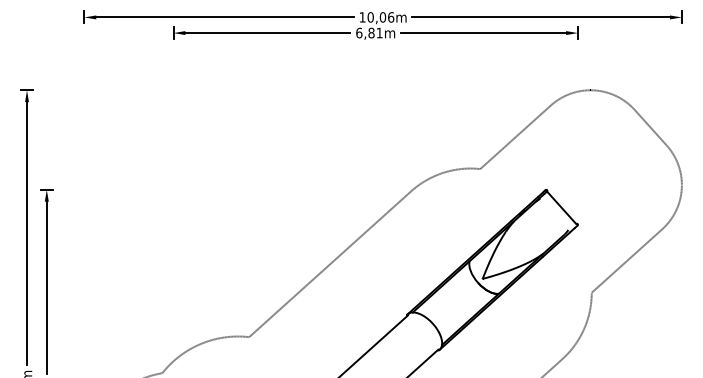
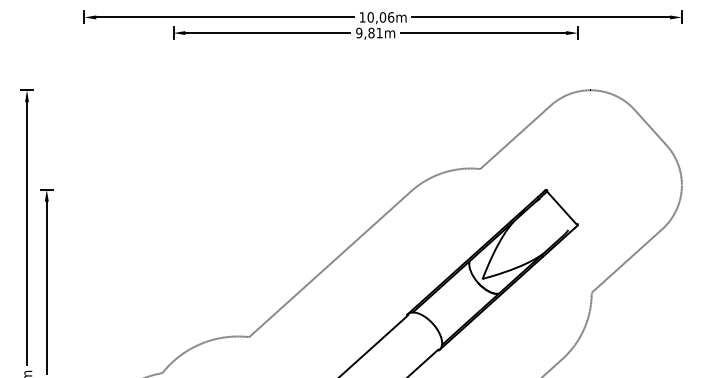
text at (359, 32): 6,81m -> 9,81m
